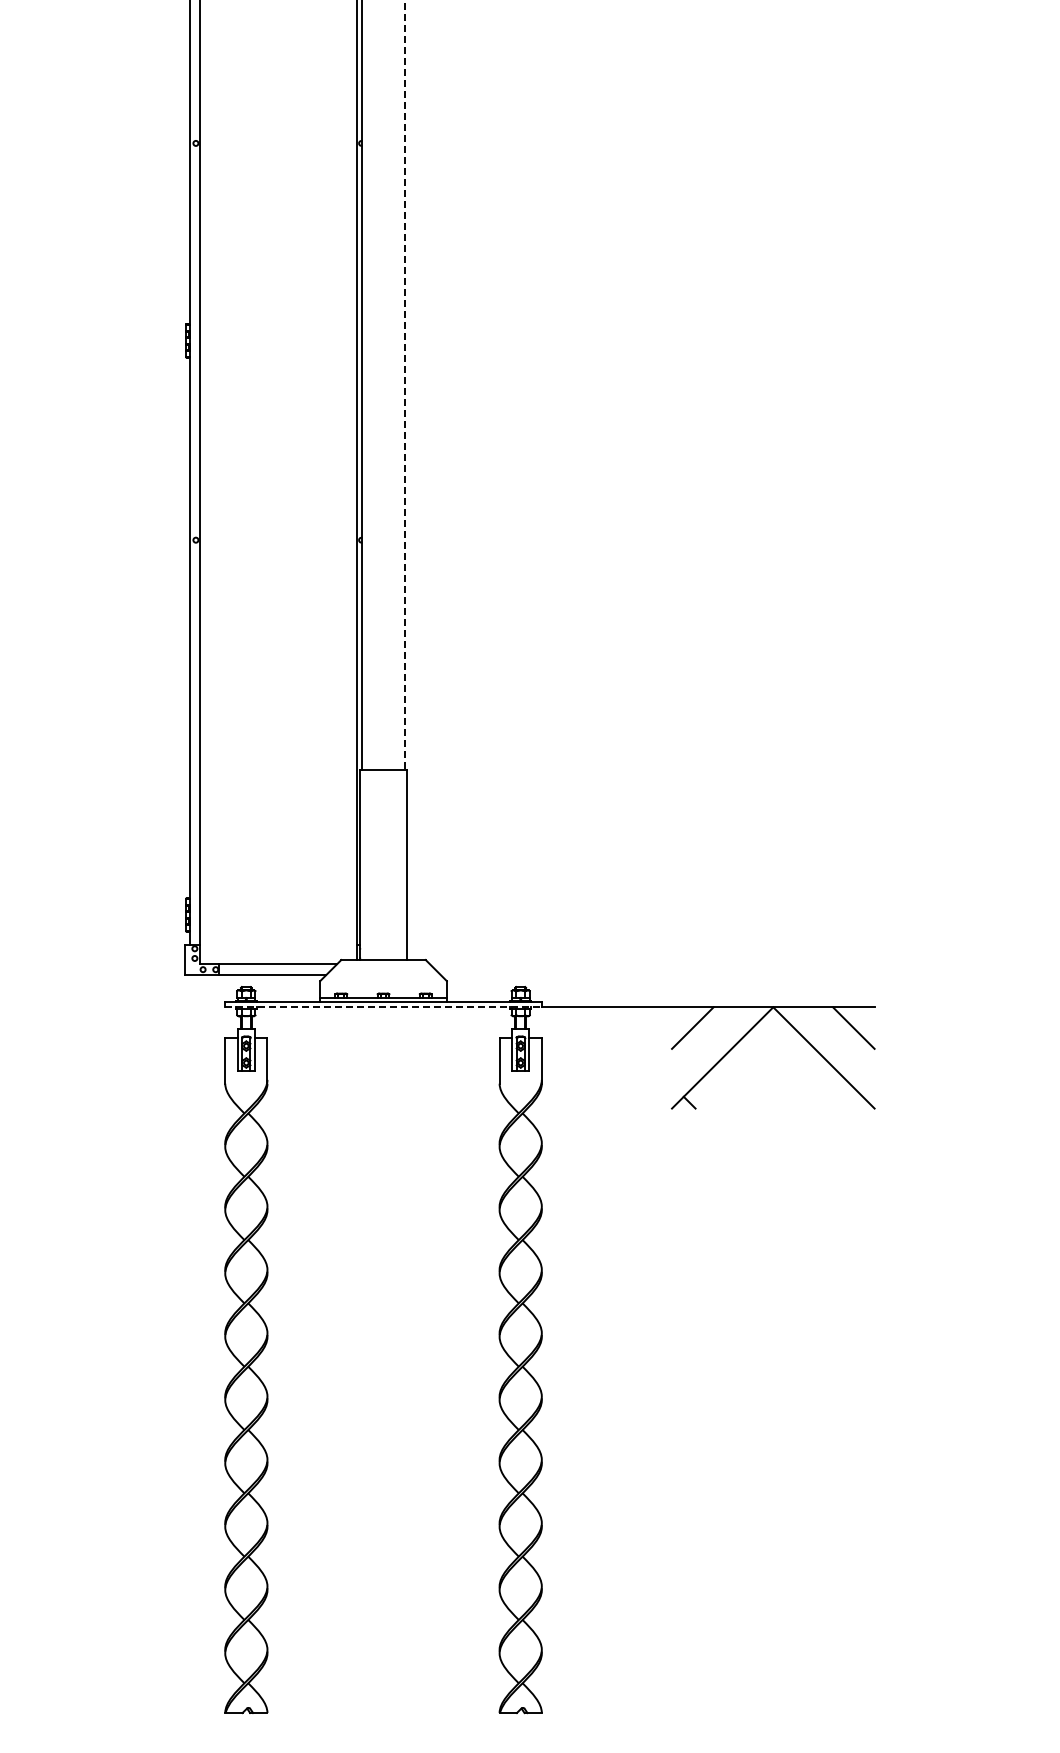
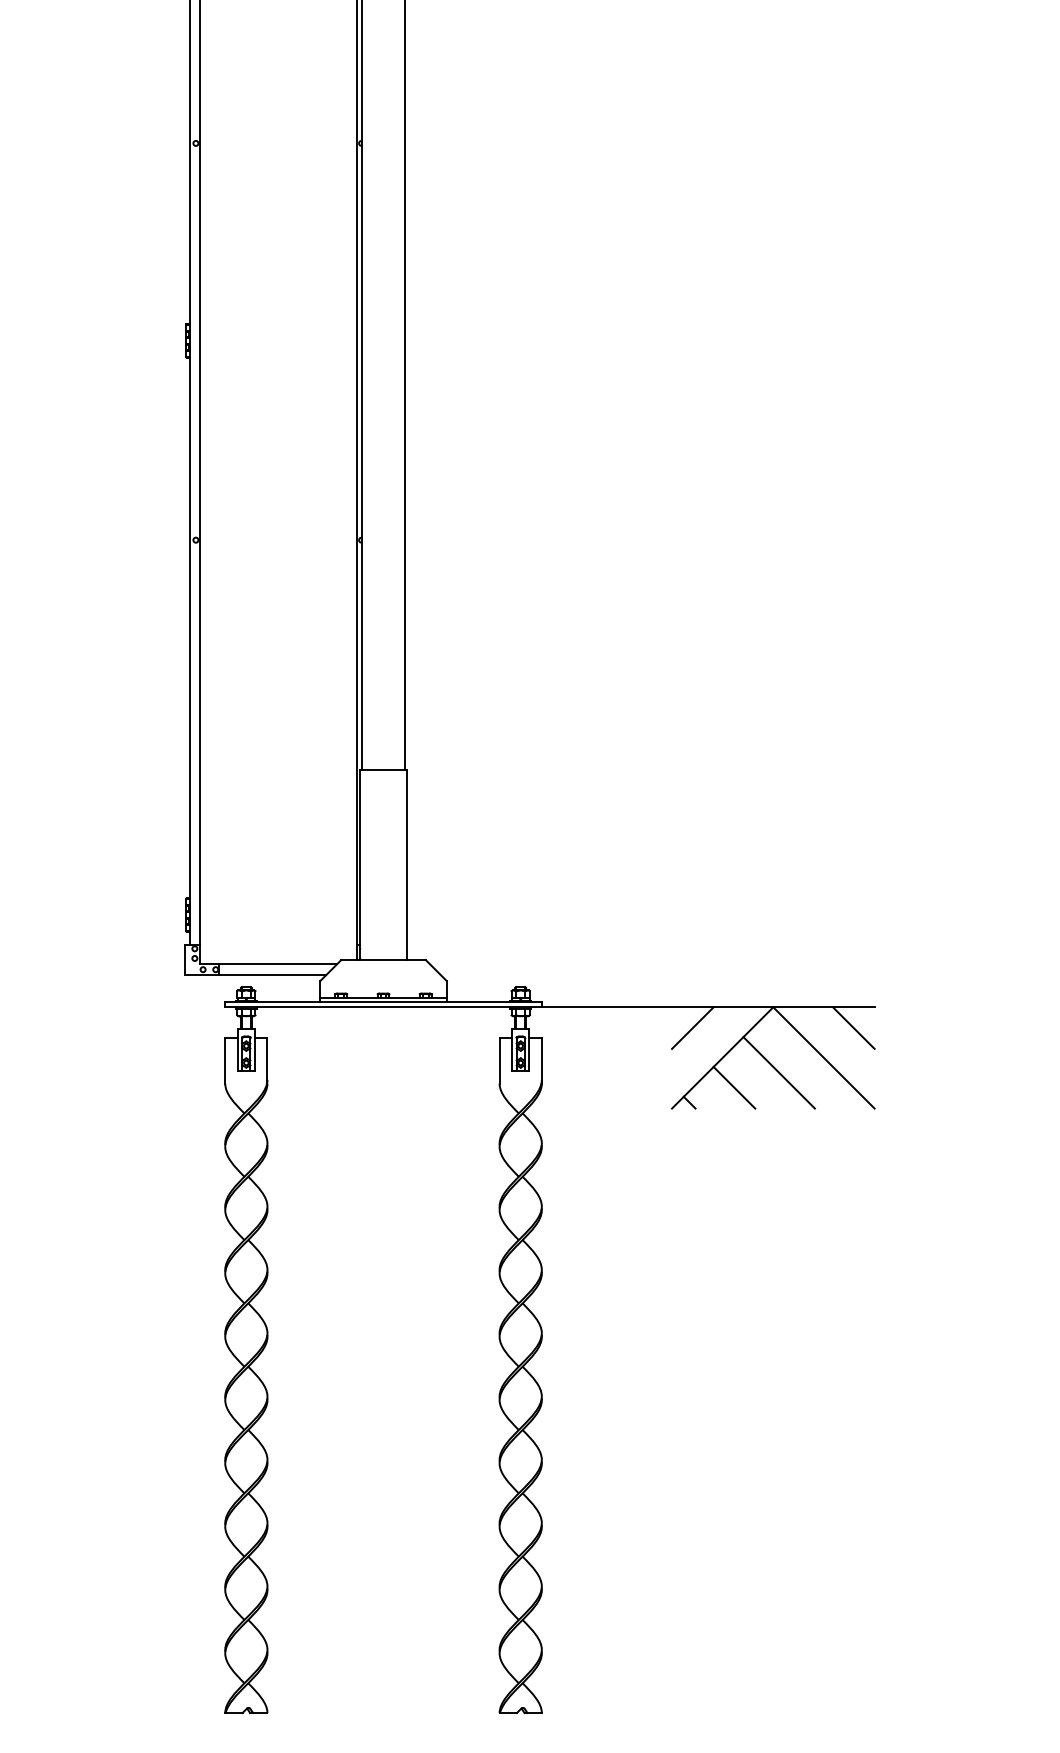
line at (404, 385): dashed -> solid
line at (384, 1007): dashed -> solid
line at (778, 1072): none -> present
line at (734, 1087): none -> present
